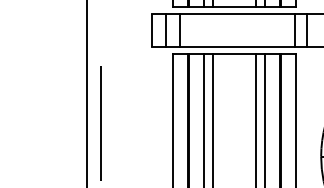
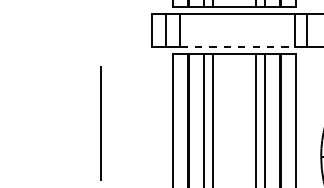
line at (238, 46): solid -> dashed
line at (86, 93): present -> none
